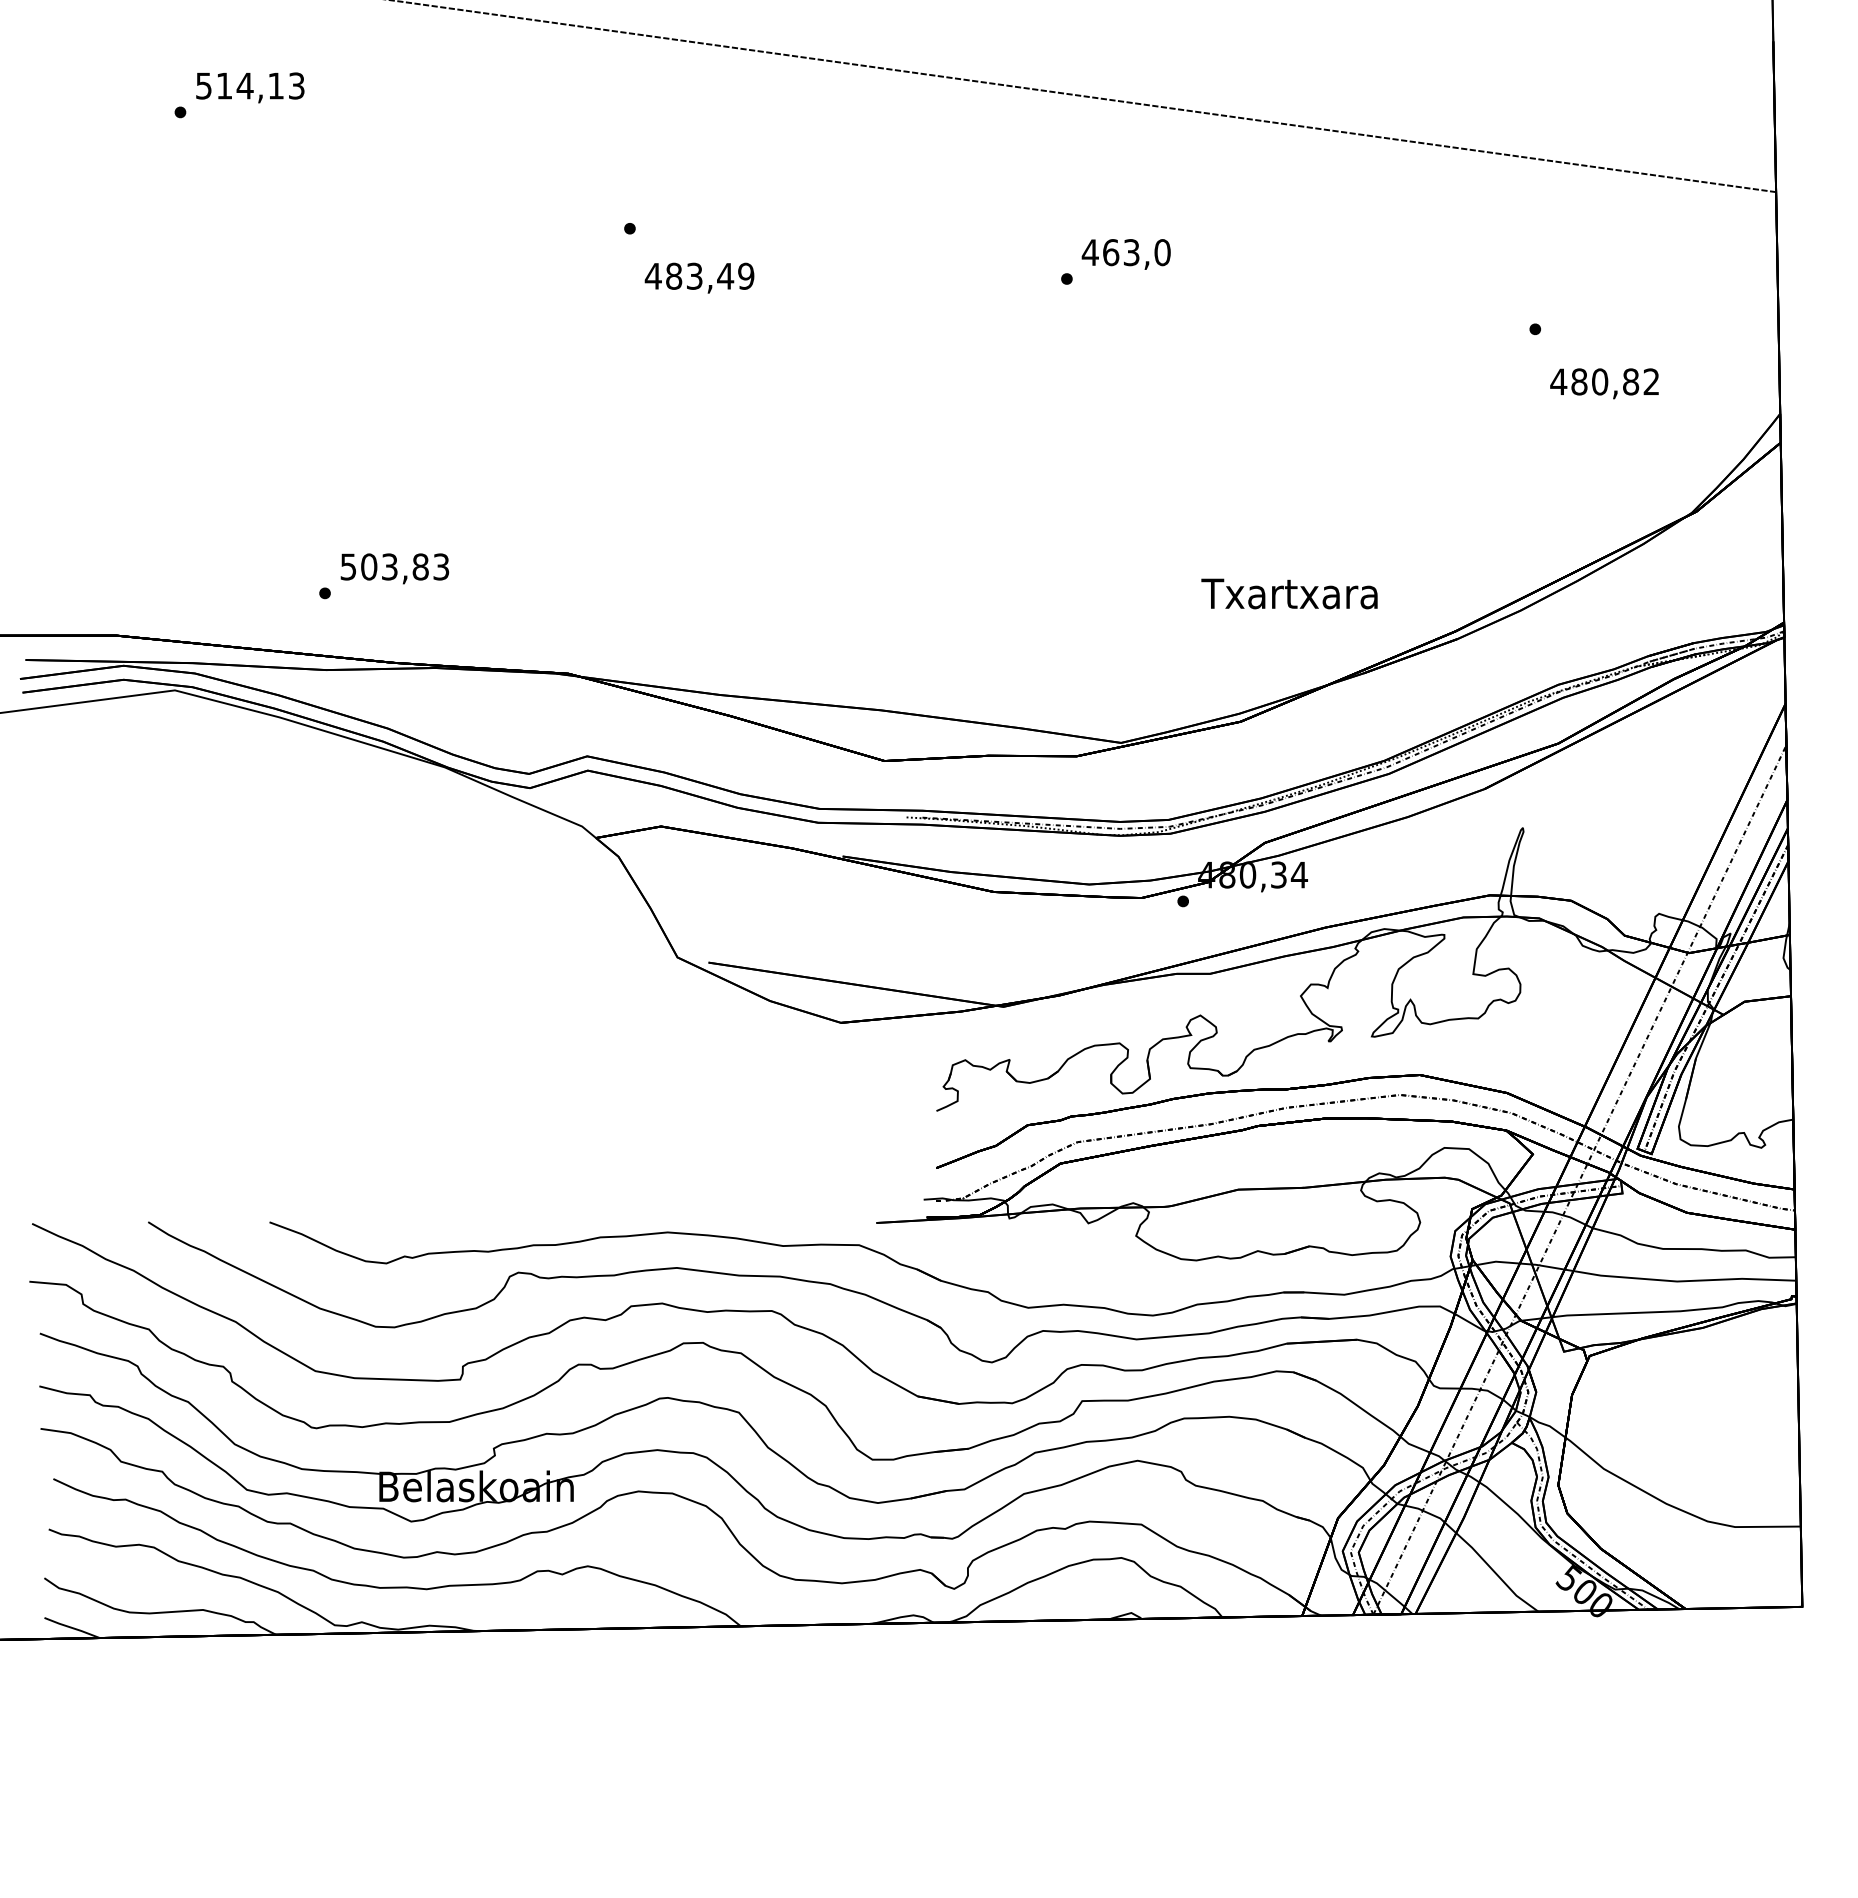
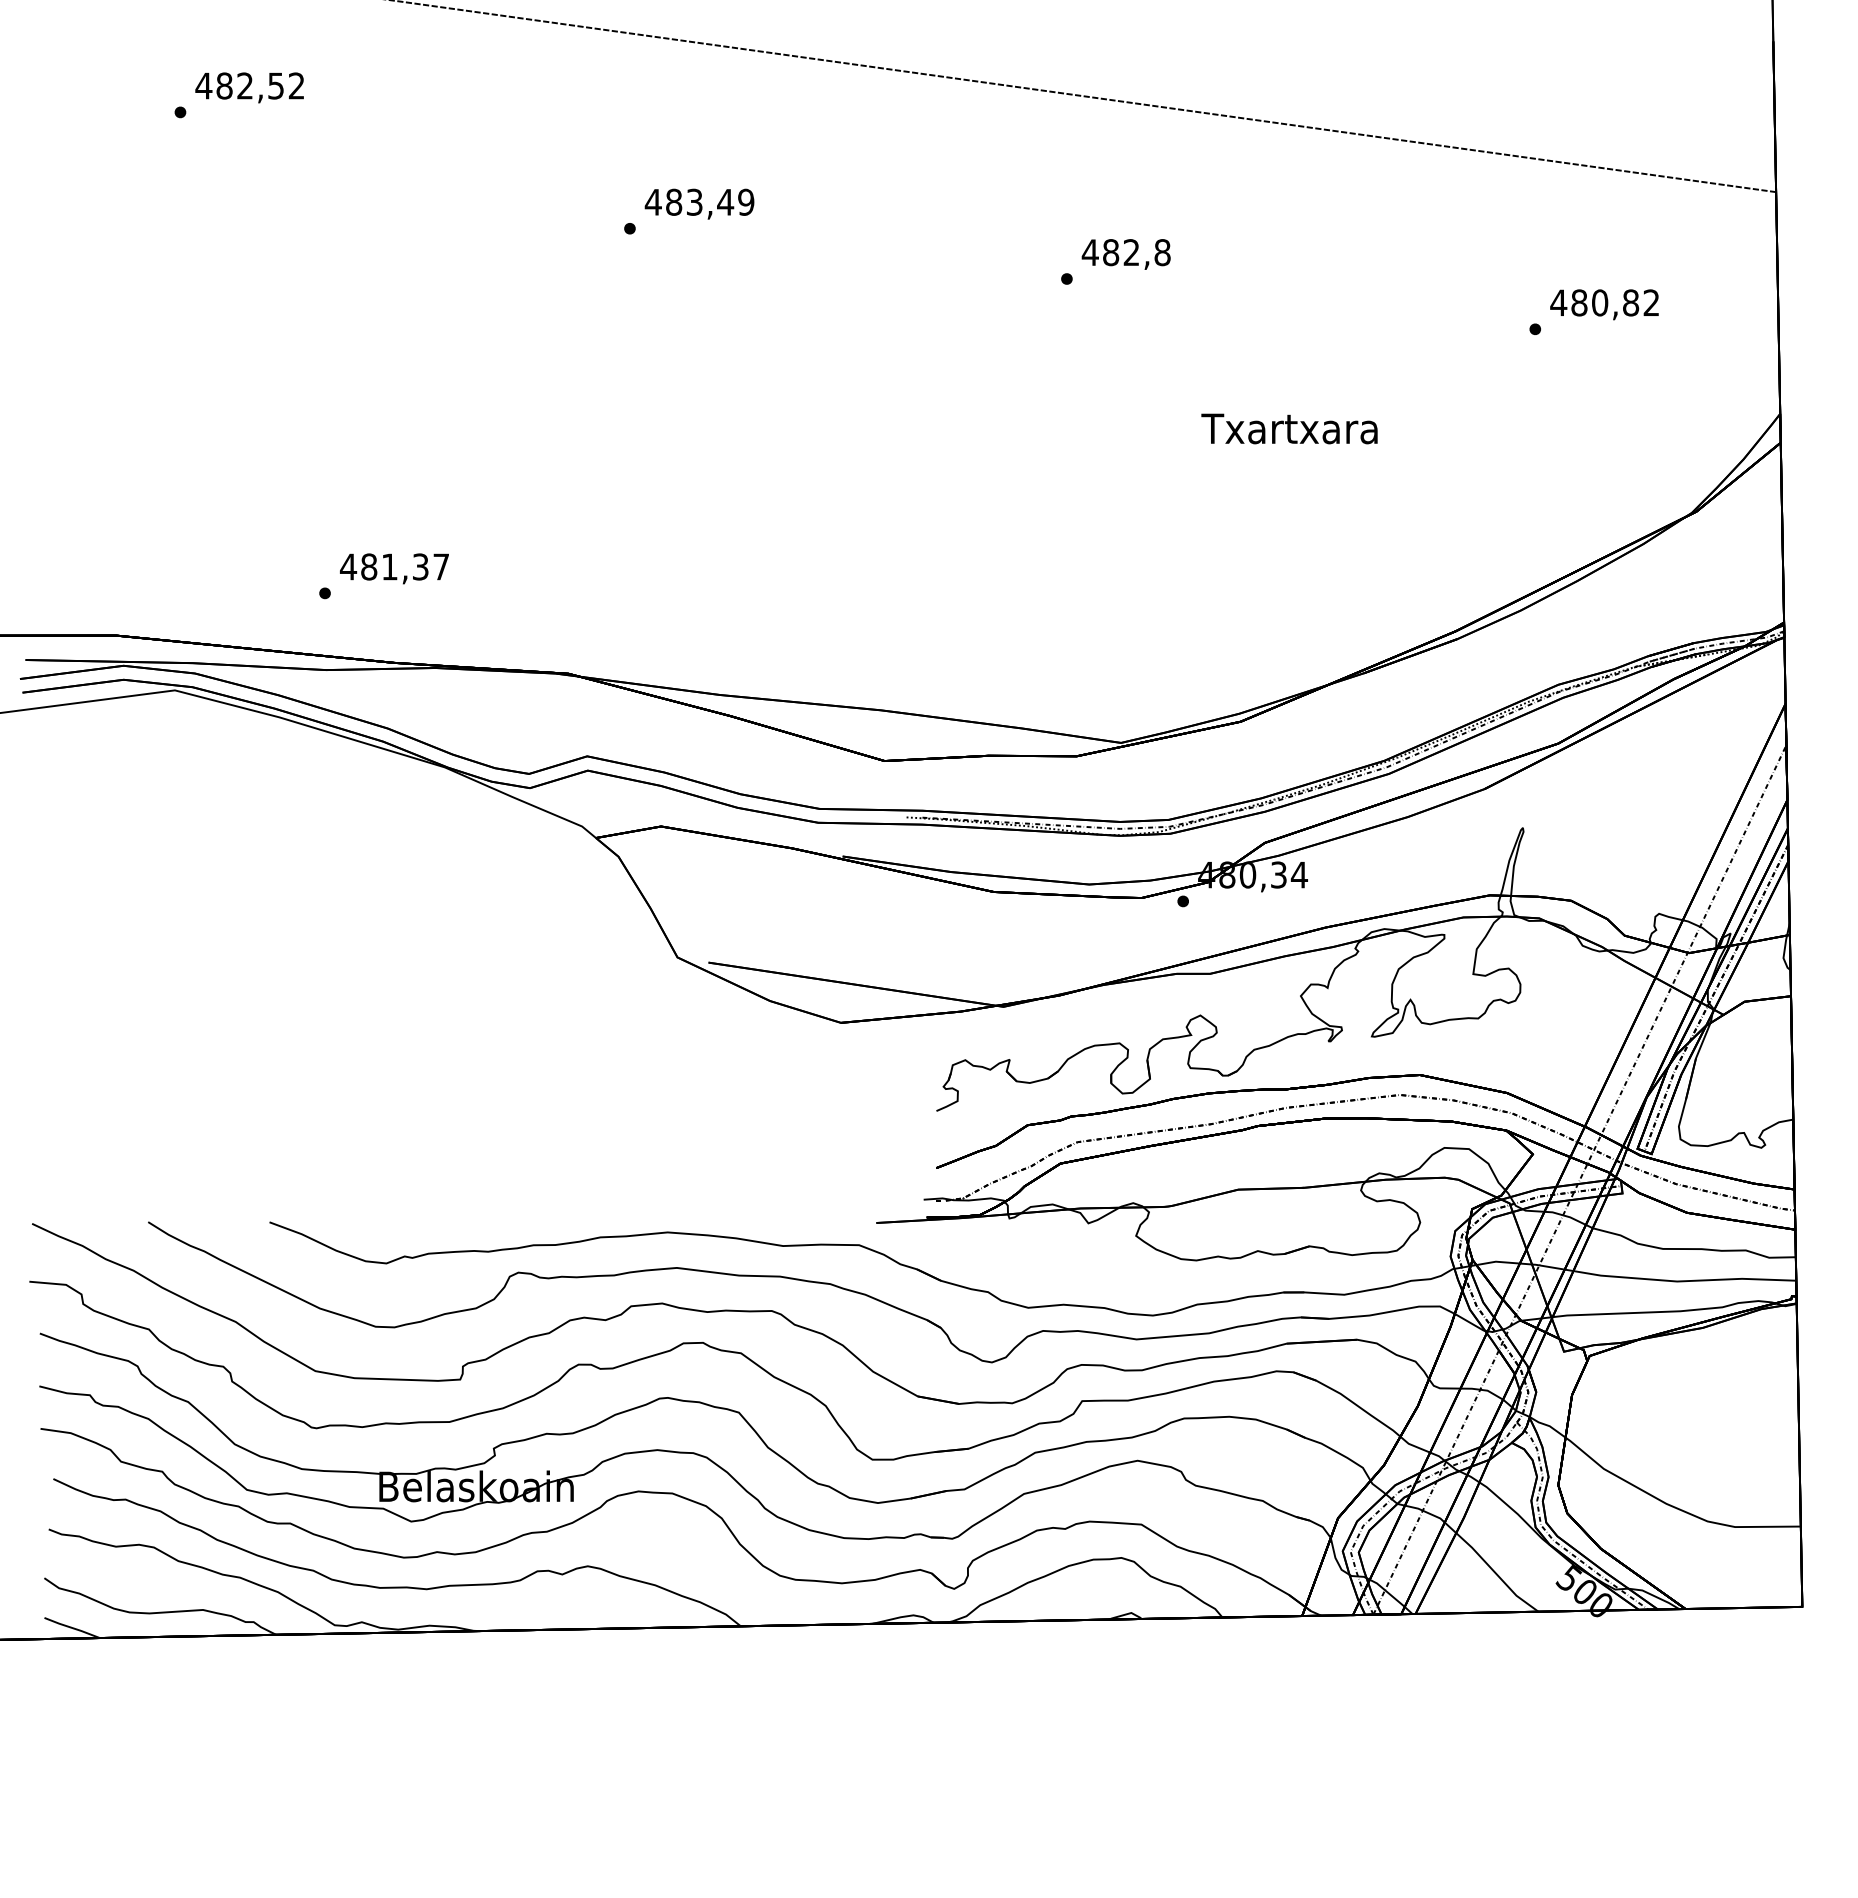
text at (249, 85): 514,13 -> 482,52
text at (1136, 252): 463,0 -> 482,8
text at (699, 277) position: (699, 277) -> (699, 203)
text at (1604, 383) position: (1604, 383) -> (1604, 304)
text at (394, 566): 503,83 -> 481,37
text at (1289, 593) position: (1289, 593) -> (1289, 428)
